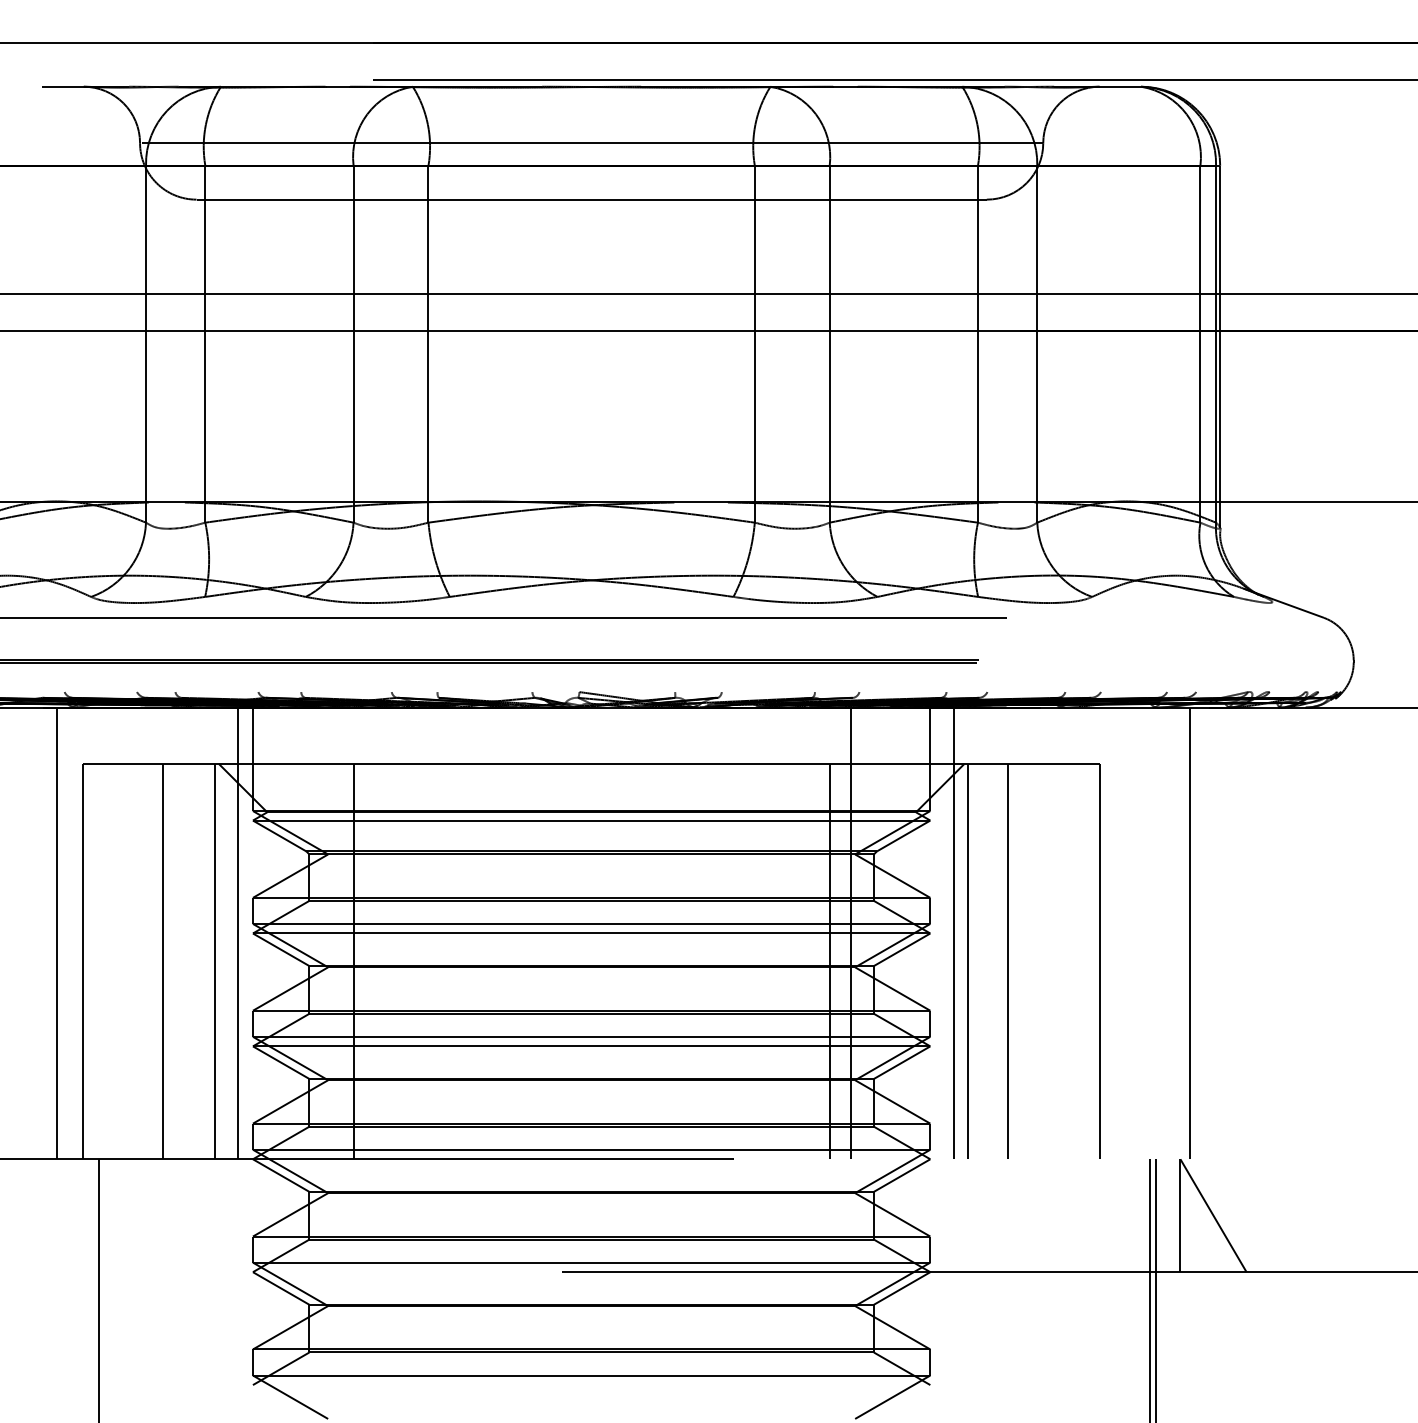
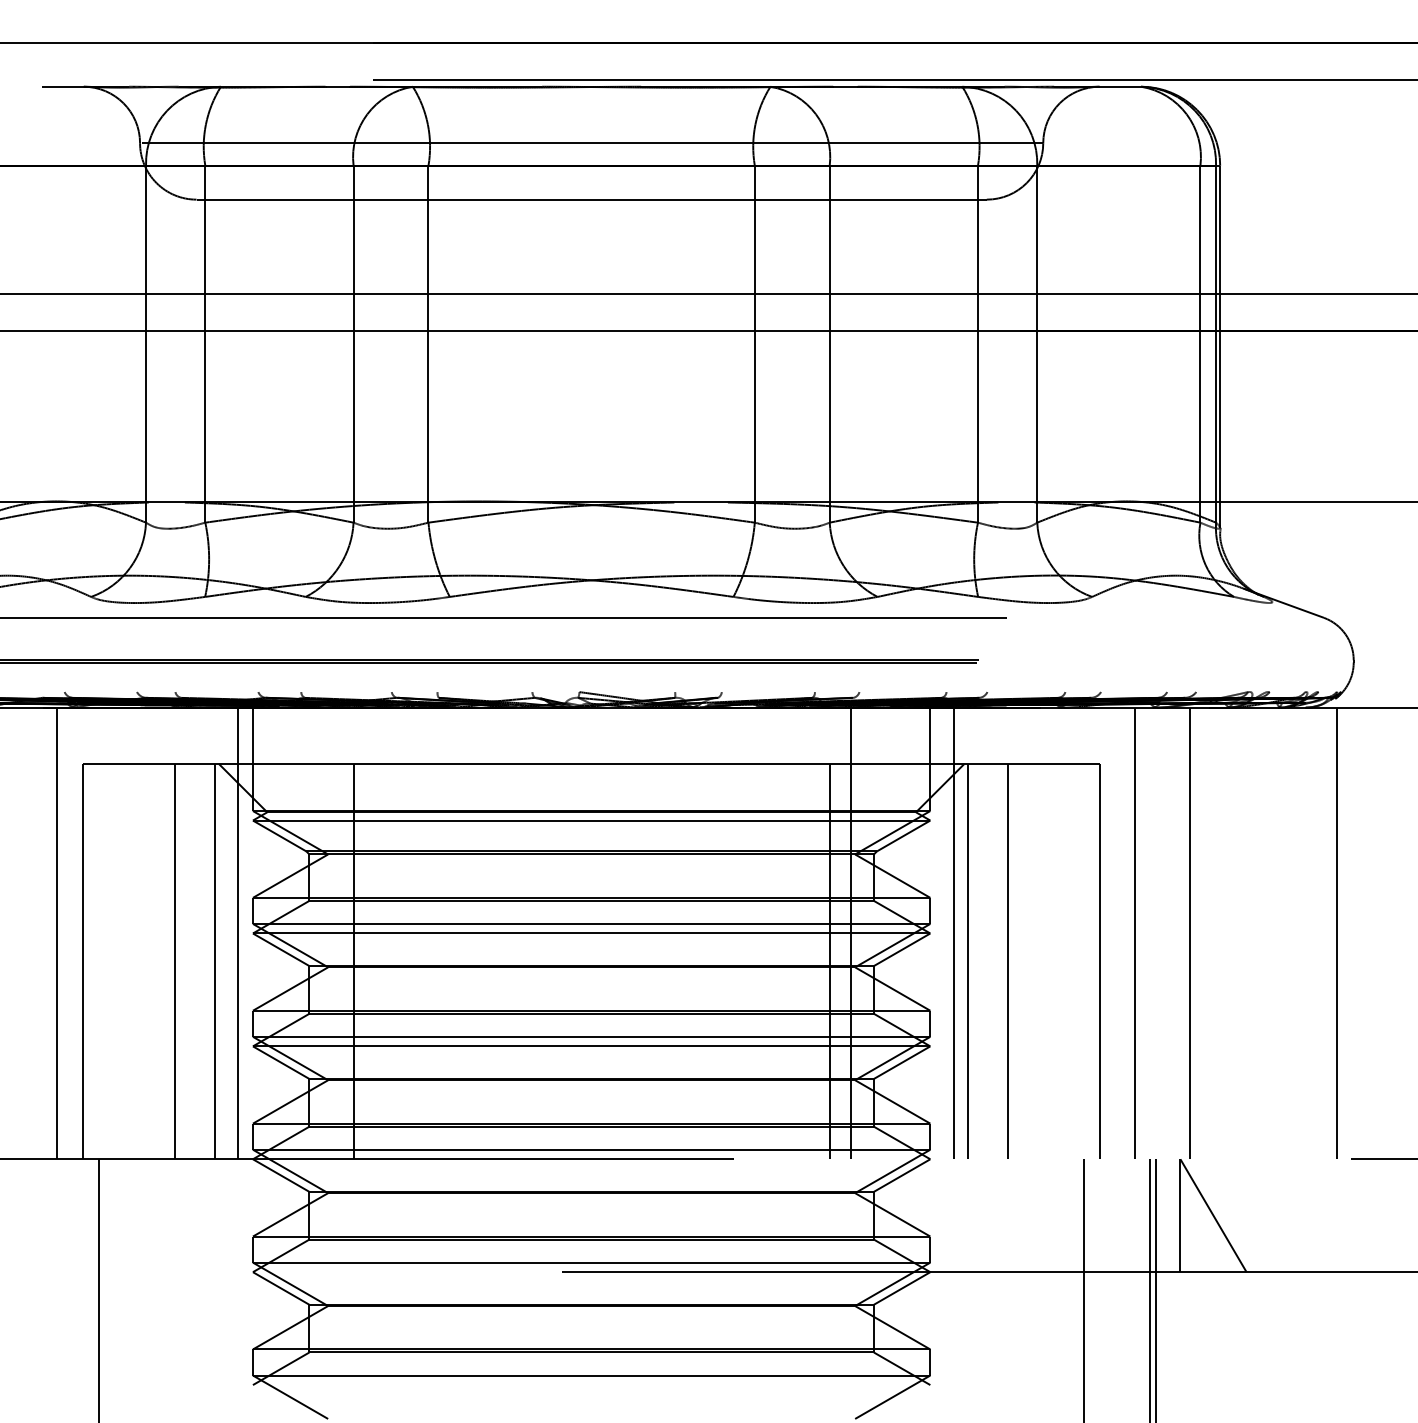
line at (1134, 933): none -> present
line at (1336, 933): none -> present
line at (163, 961) position: (163, 961) -> (175, 961)
line at (1382, 1159): none -> present
line at (1084, 1289): none -> present
